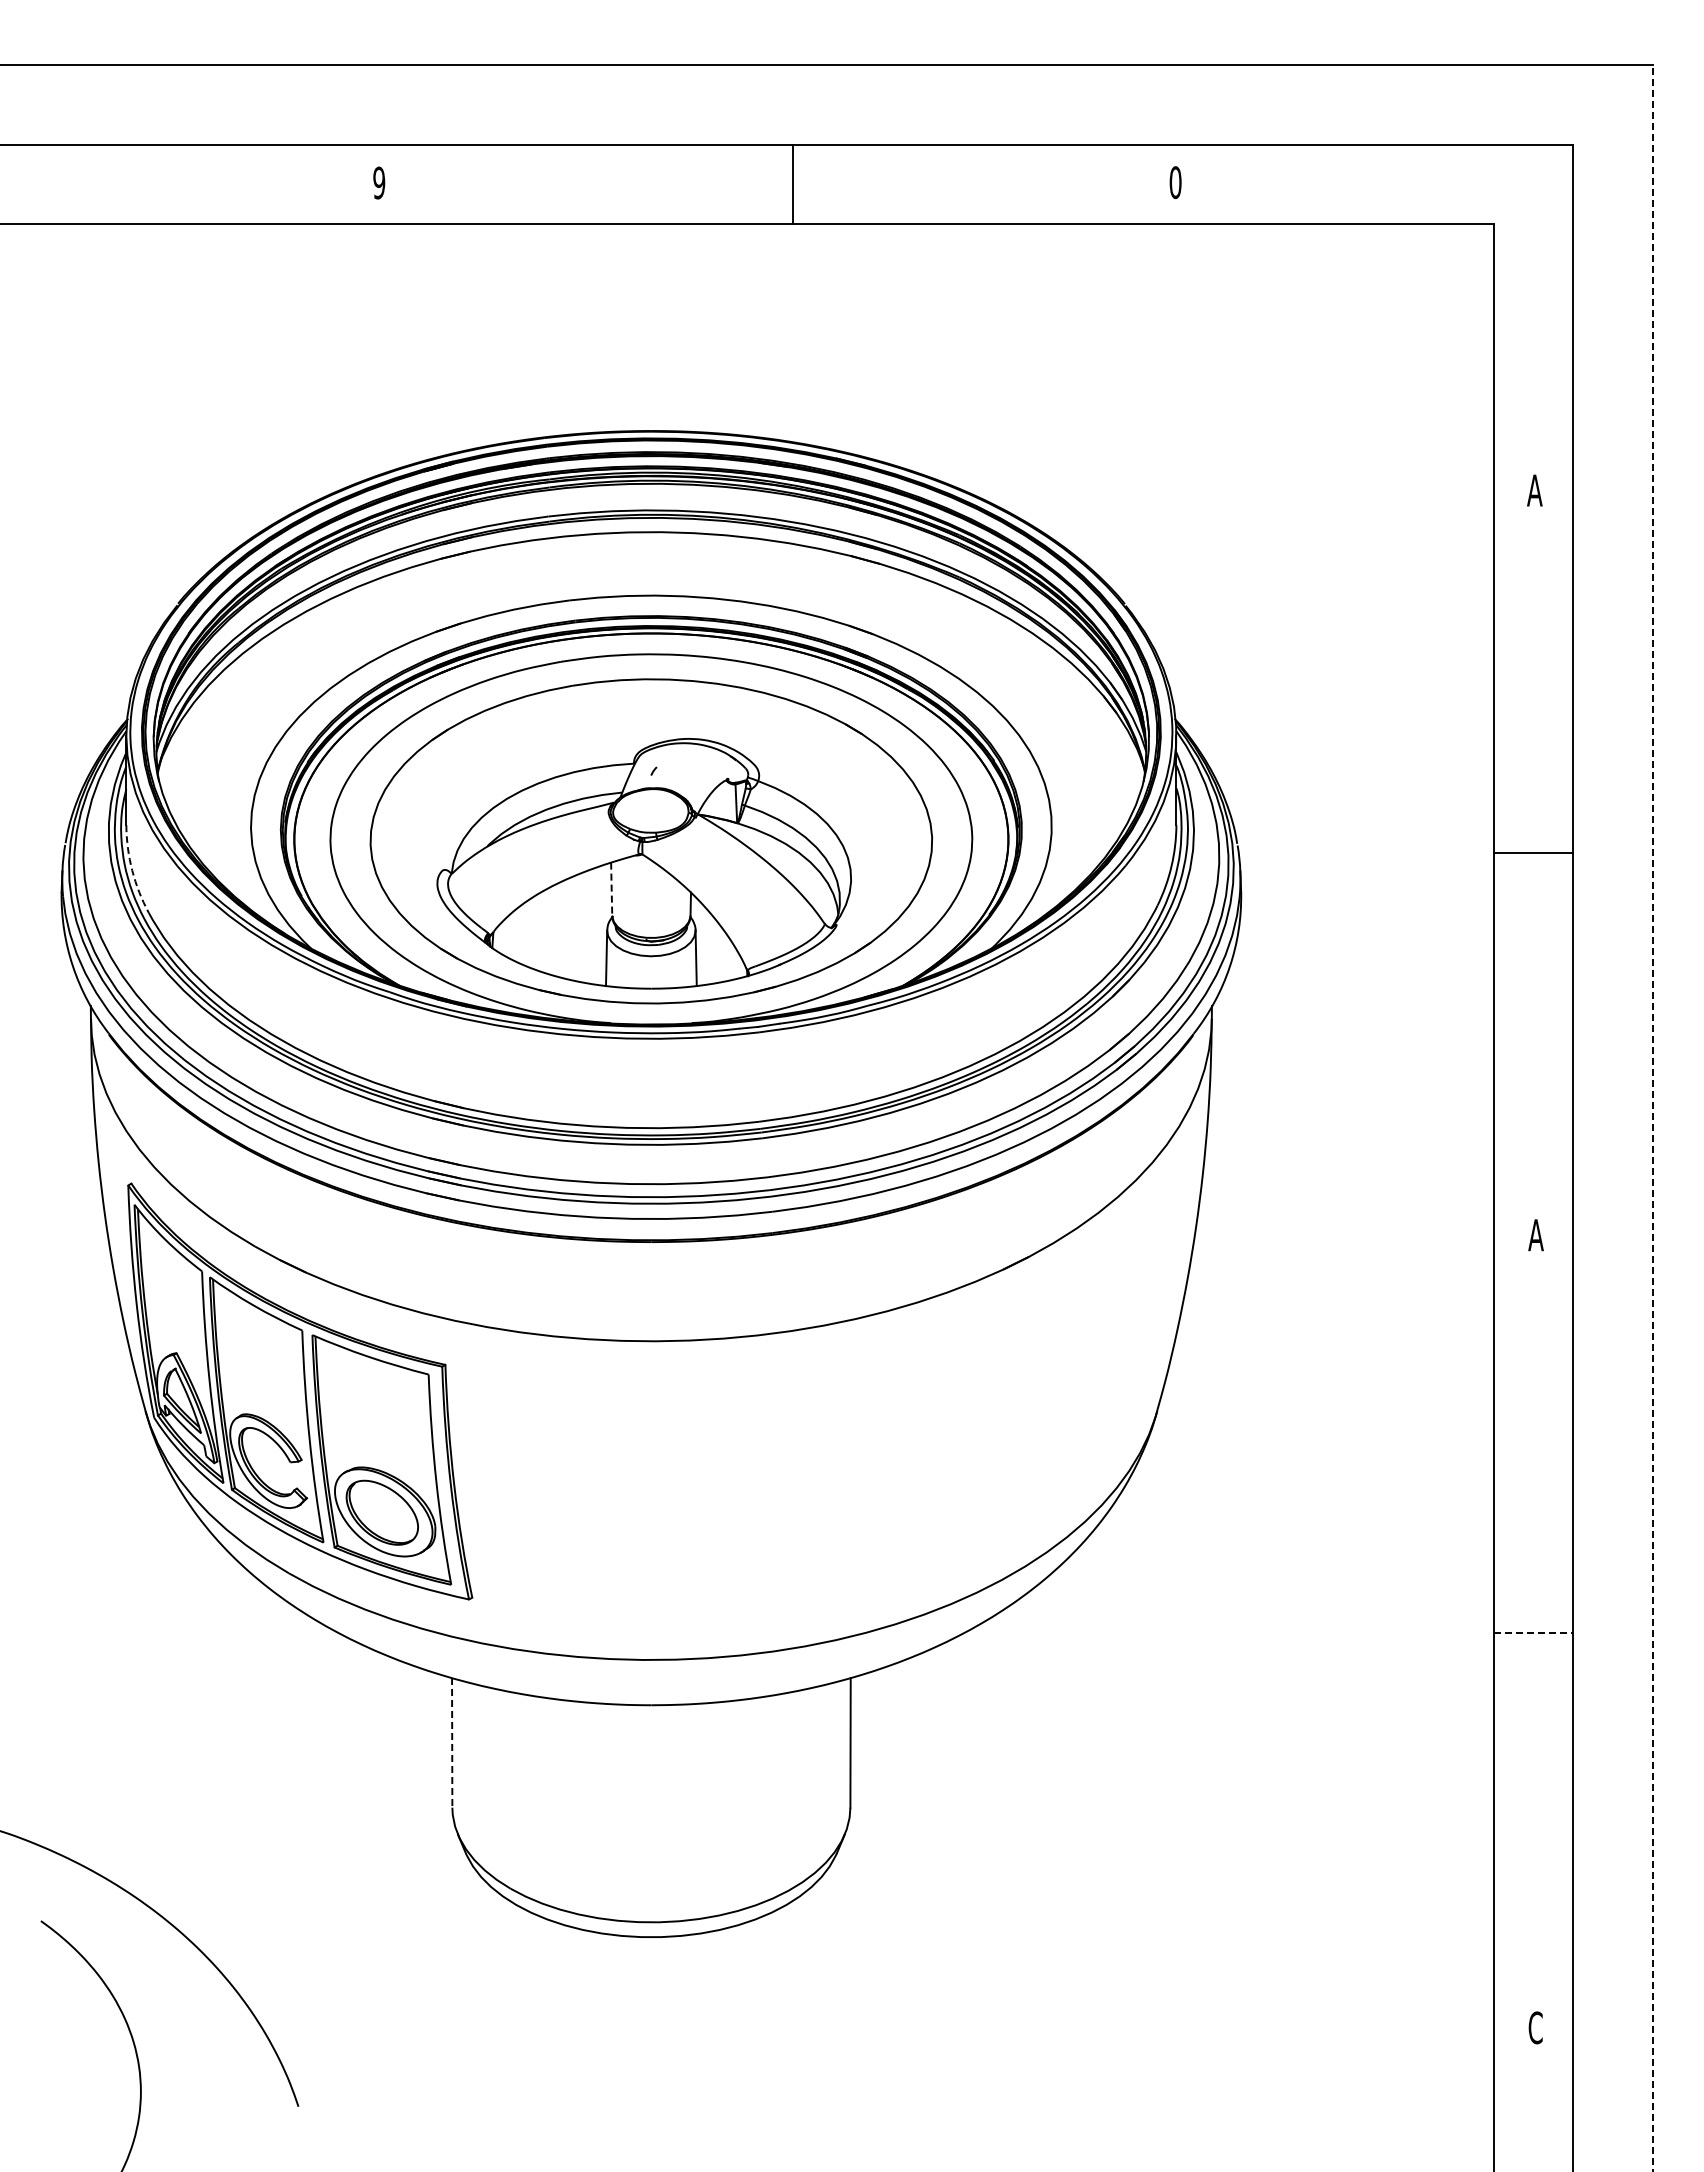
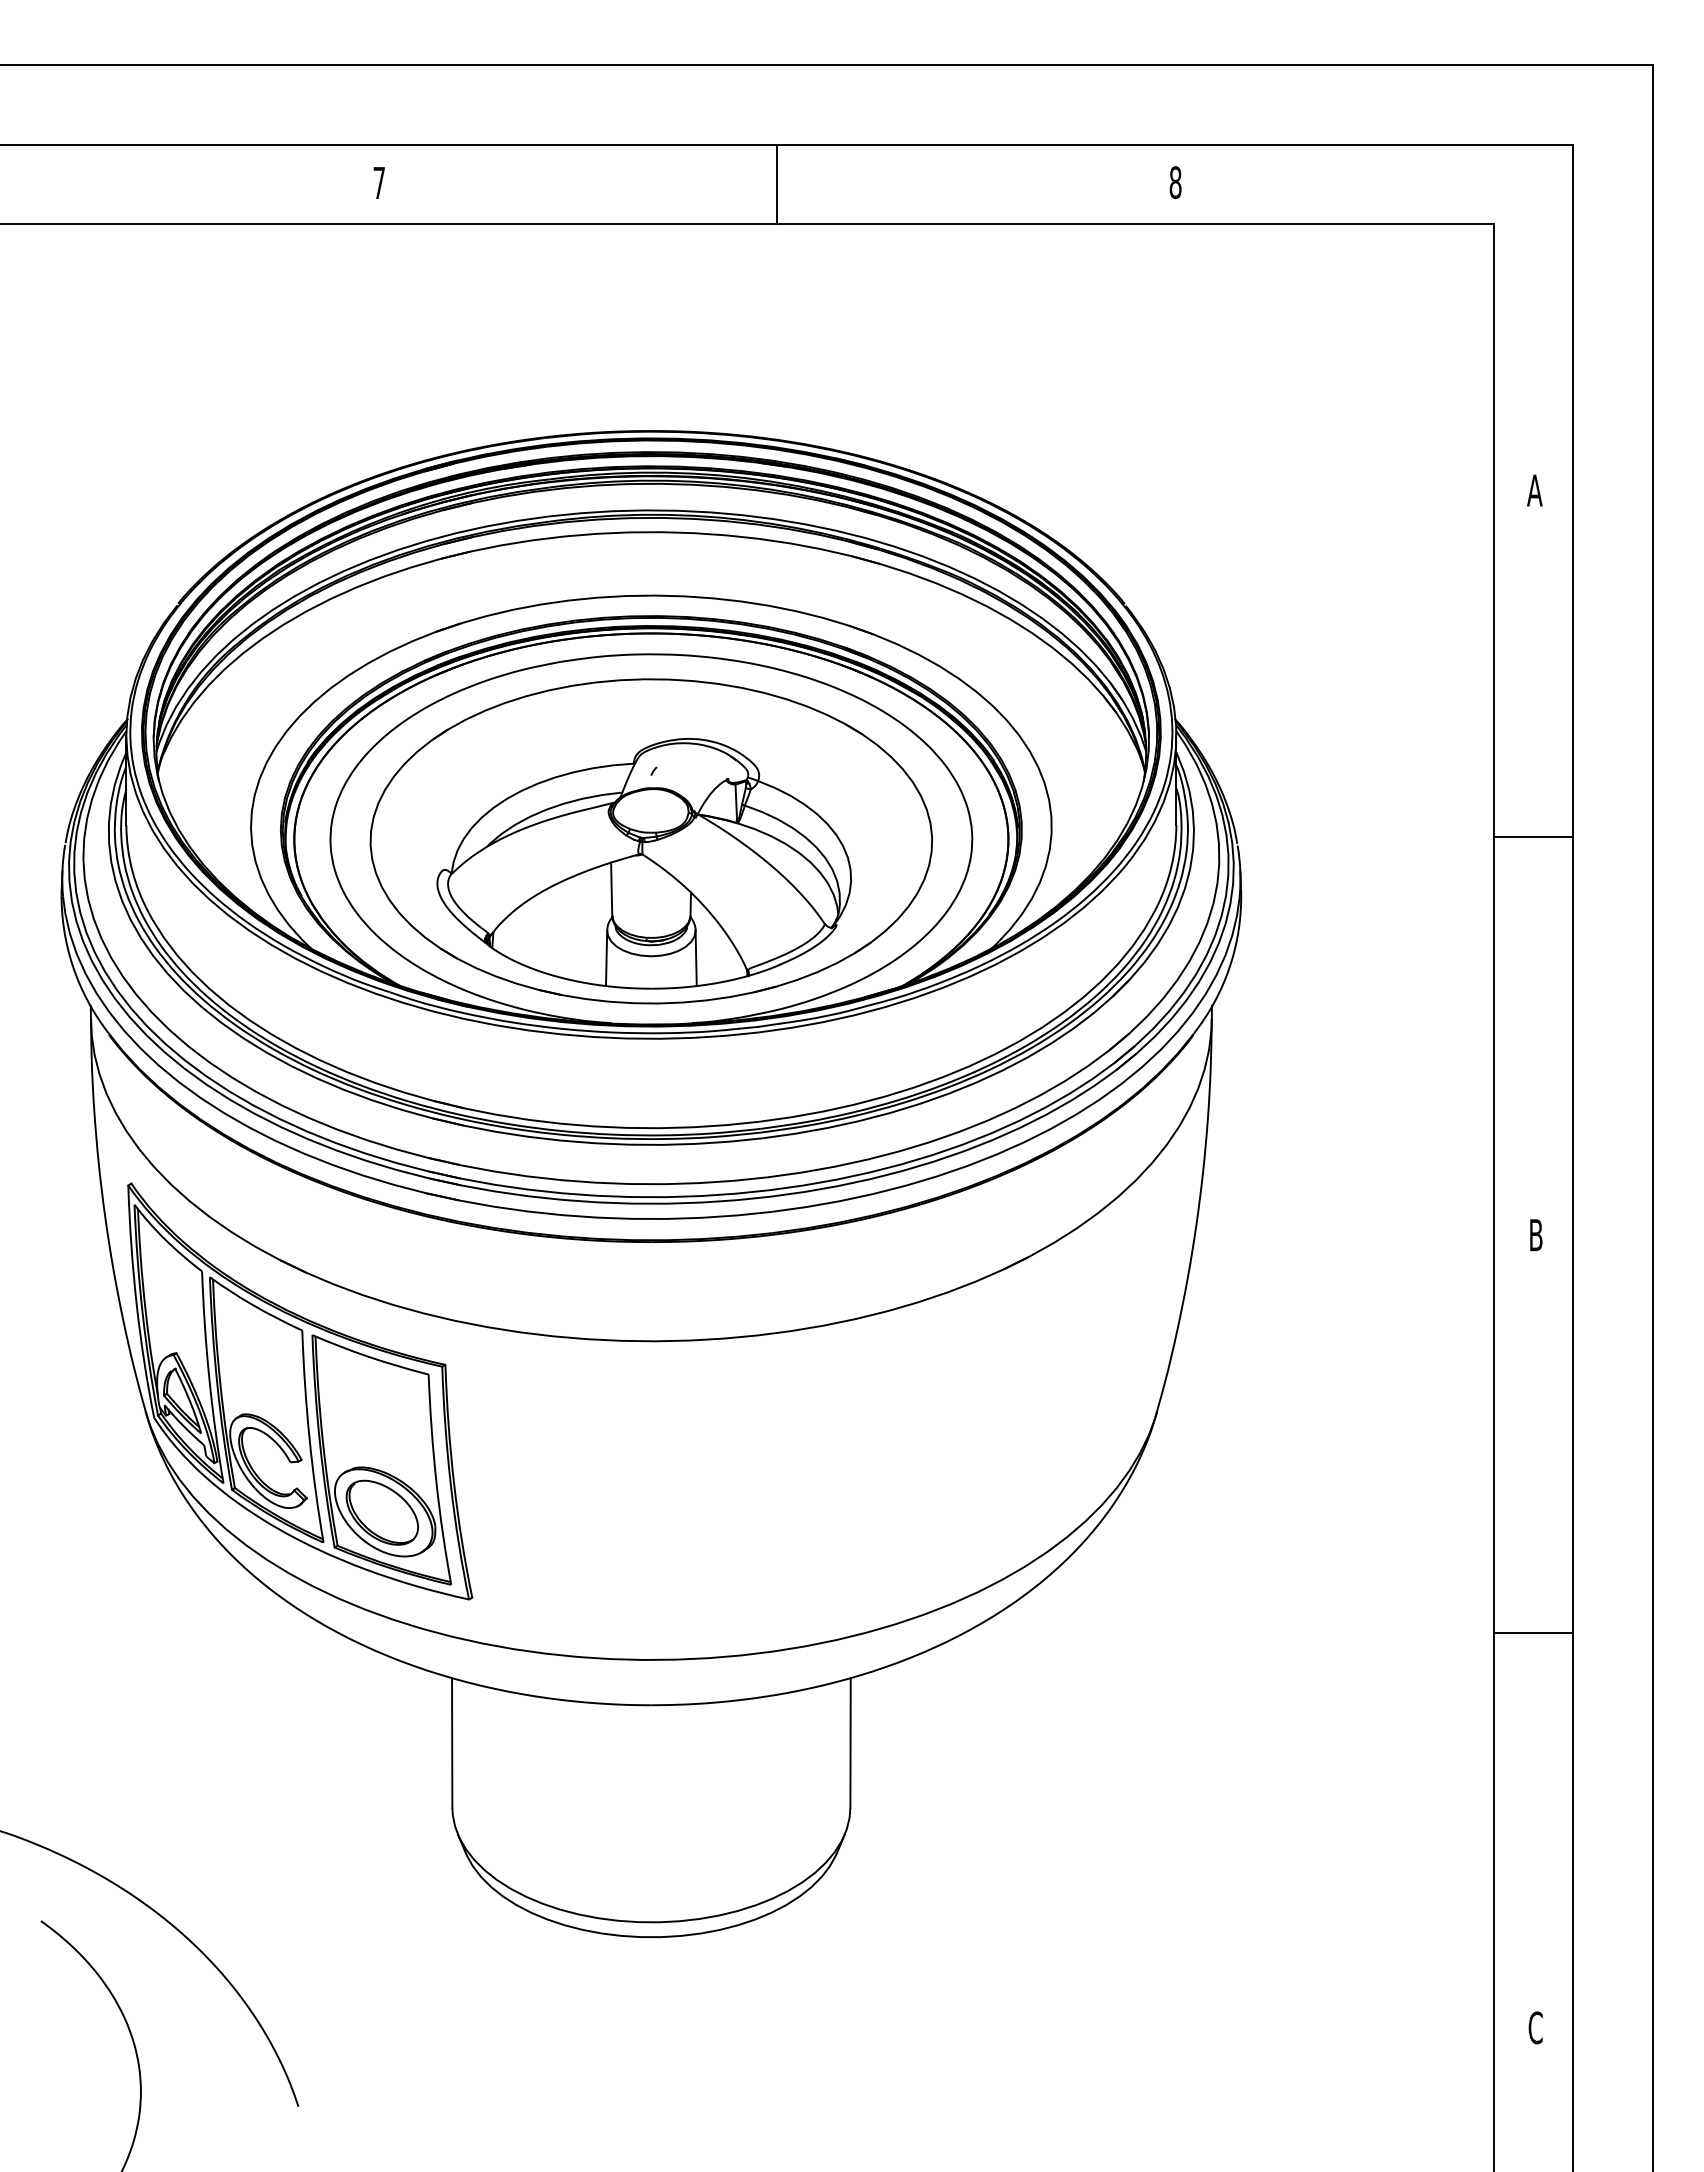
text at (379, 182): 9 -> 7
text at (1175, 182): 0 -> 8
line at (793, 184) position: (793, 184) -> (777, 184)
line at (1533, 853) position: (1533, 853) -> (1533, 837)
arc at (132, 870): dashed -> solid
line at (611, 889): dashed -> solid
line at (1652, 1118): dashed -> solid
text at (1535, 1235): A -> B
line at (1533, 1633): dashed -> solid
line at (452, 1742): dashed -> solid
